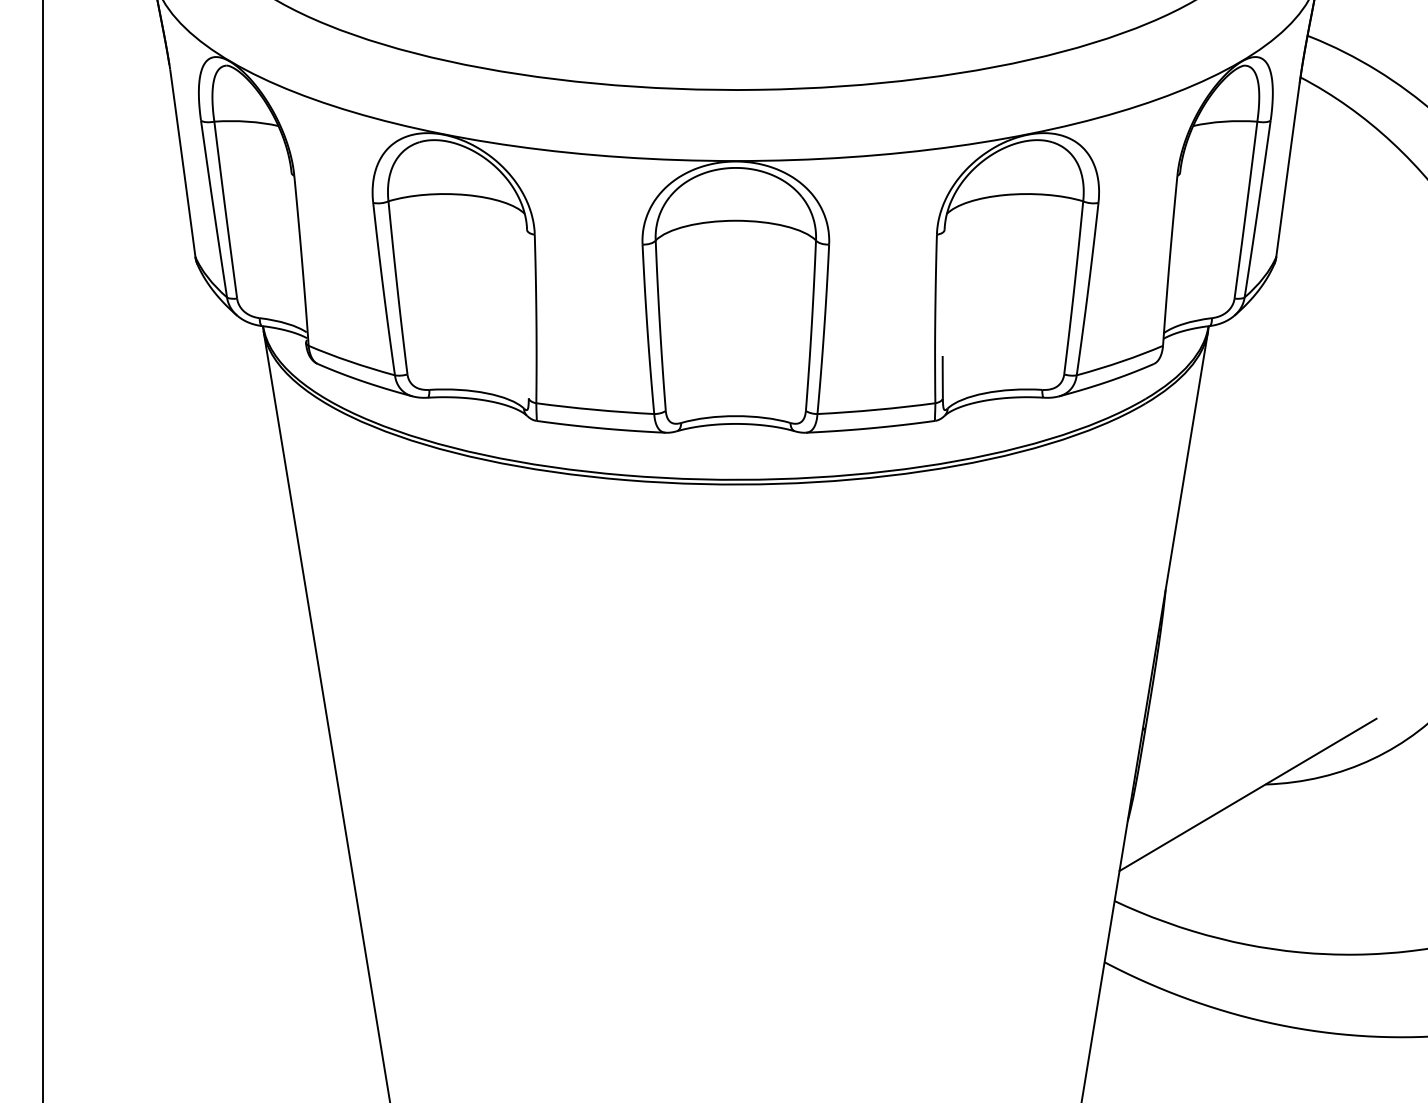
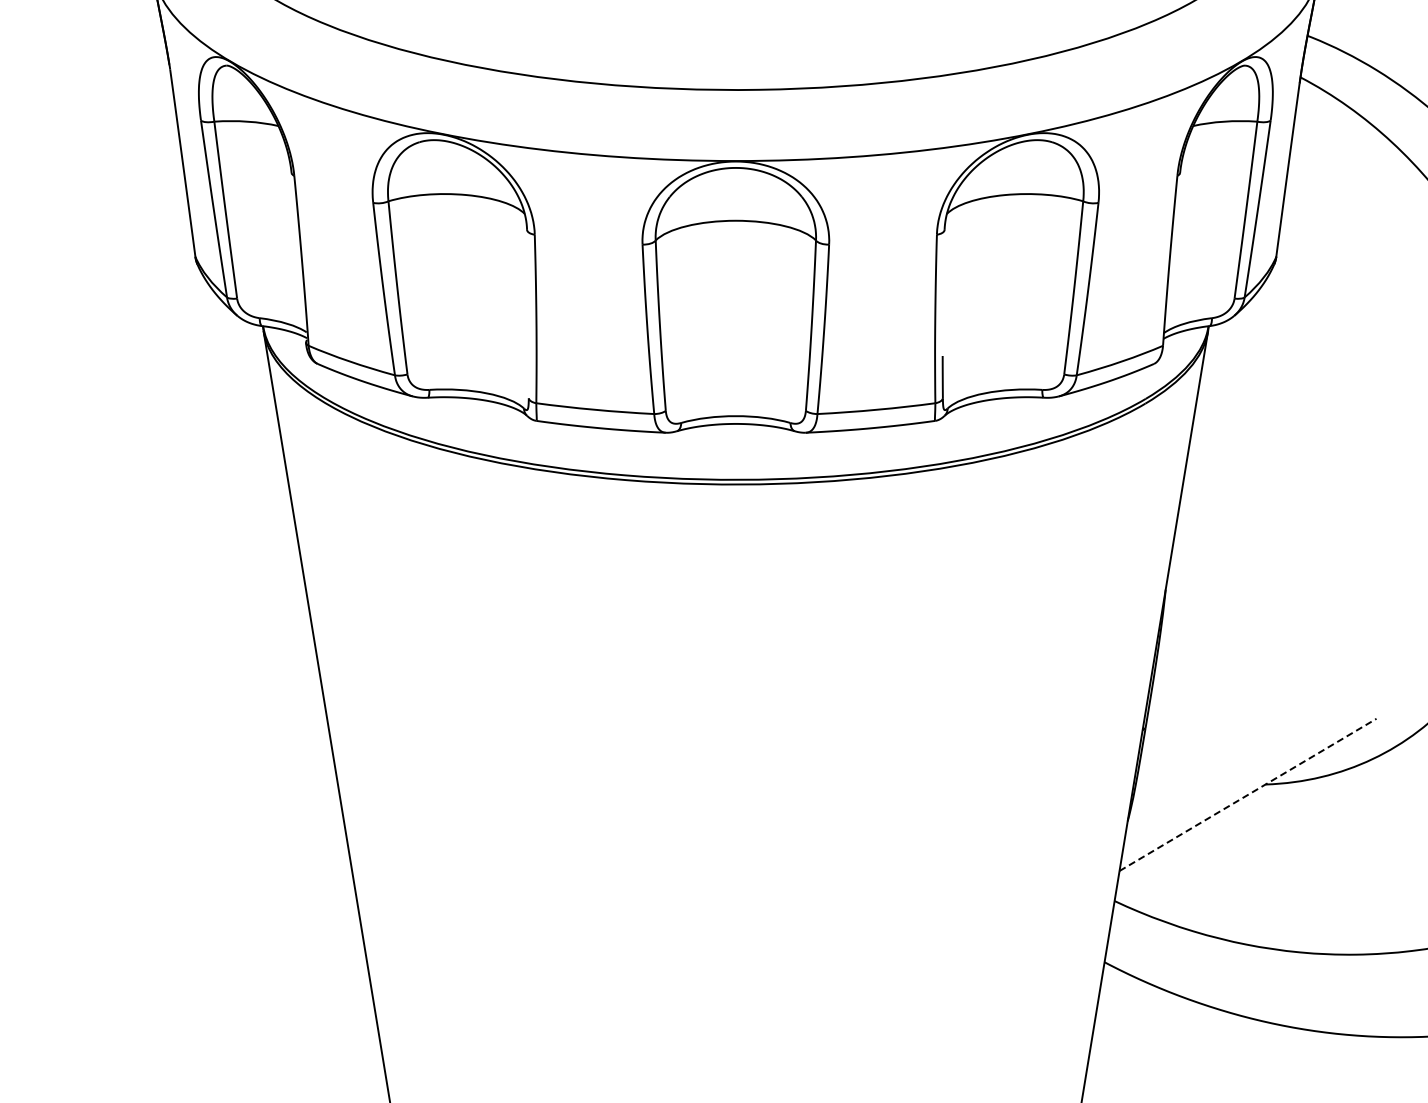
line at (42, 550): present -> none
line at (1248, 794): solid -> dashed
